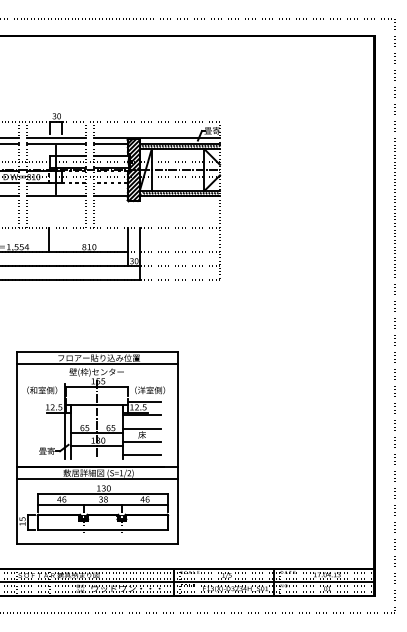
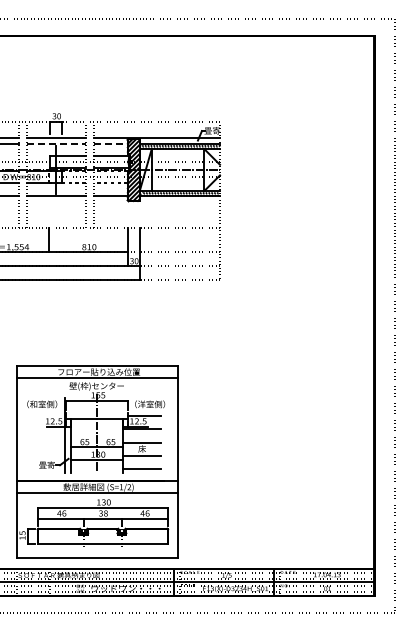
line at (56, 143): solid -> dashed
line at (111, 143): solid -> dashed
part at (97, 447) position: (97, 447) -> (97, 461)
